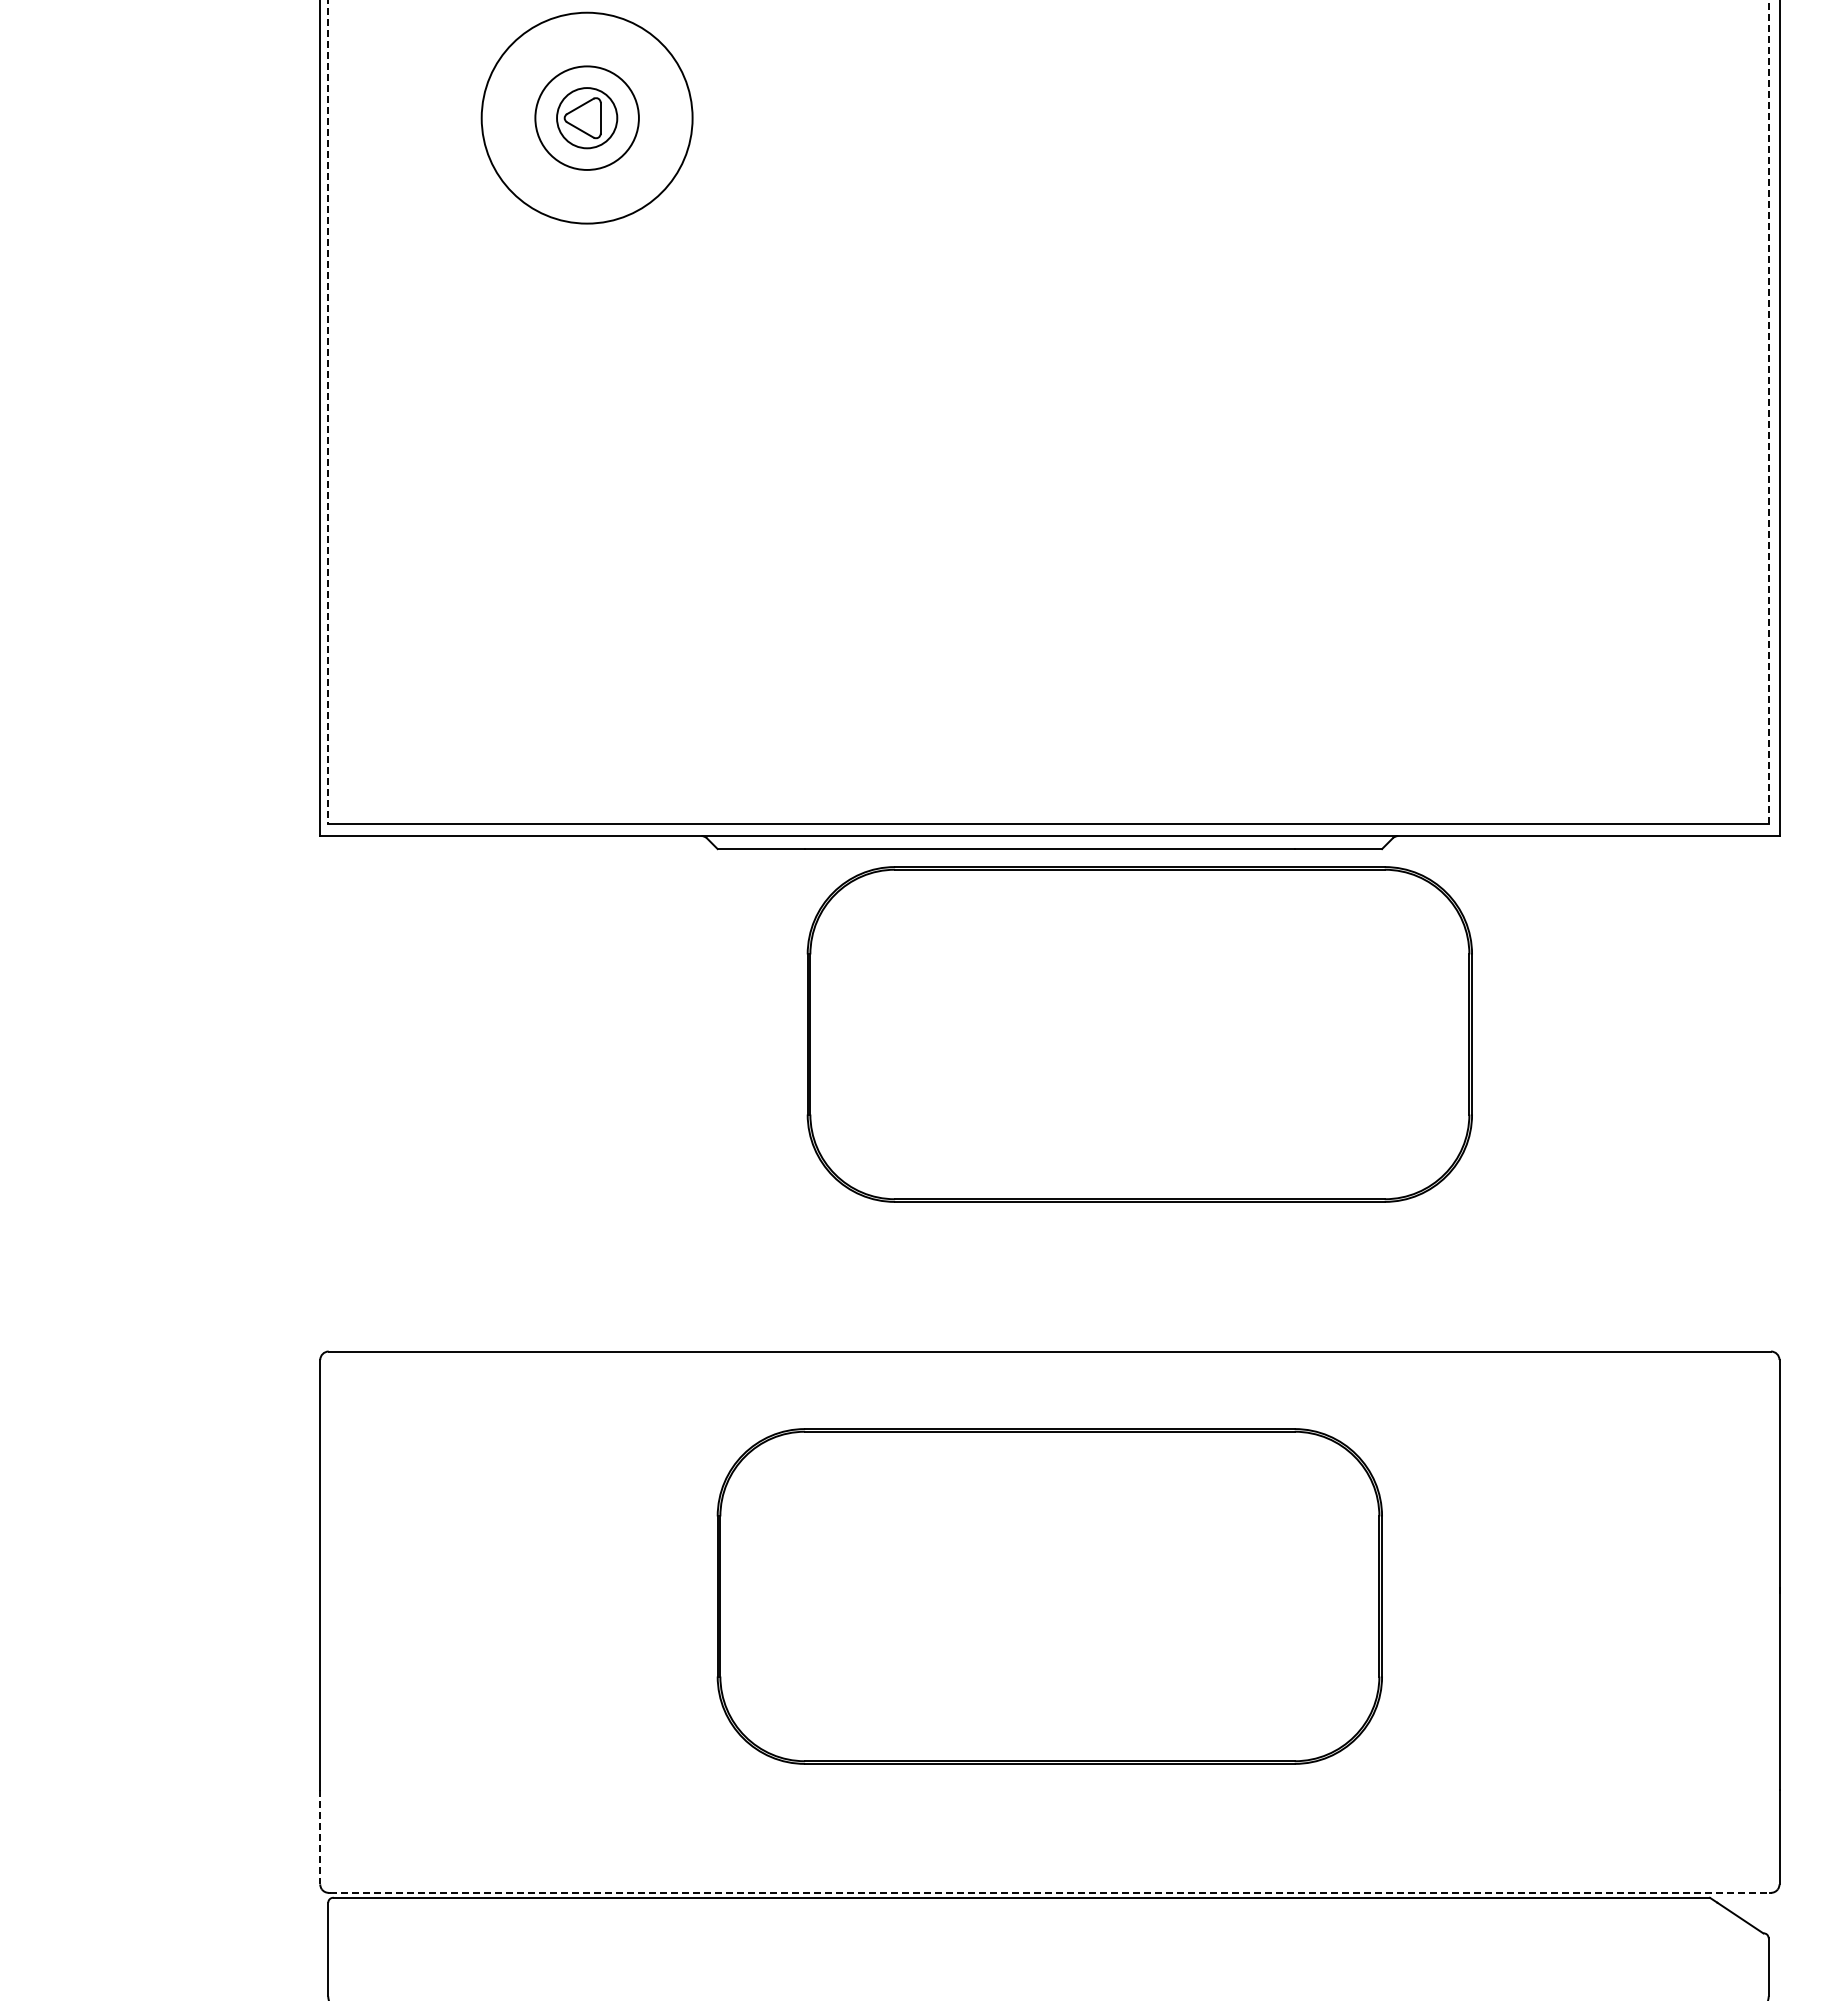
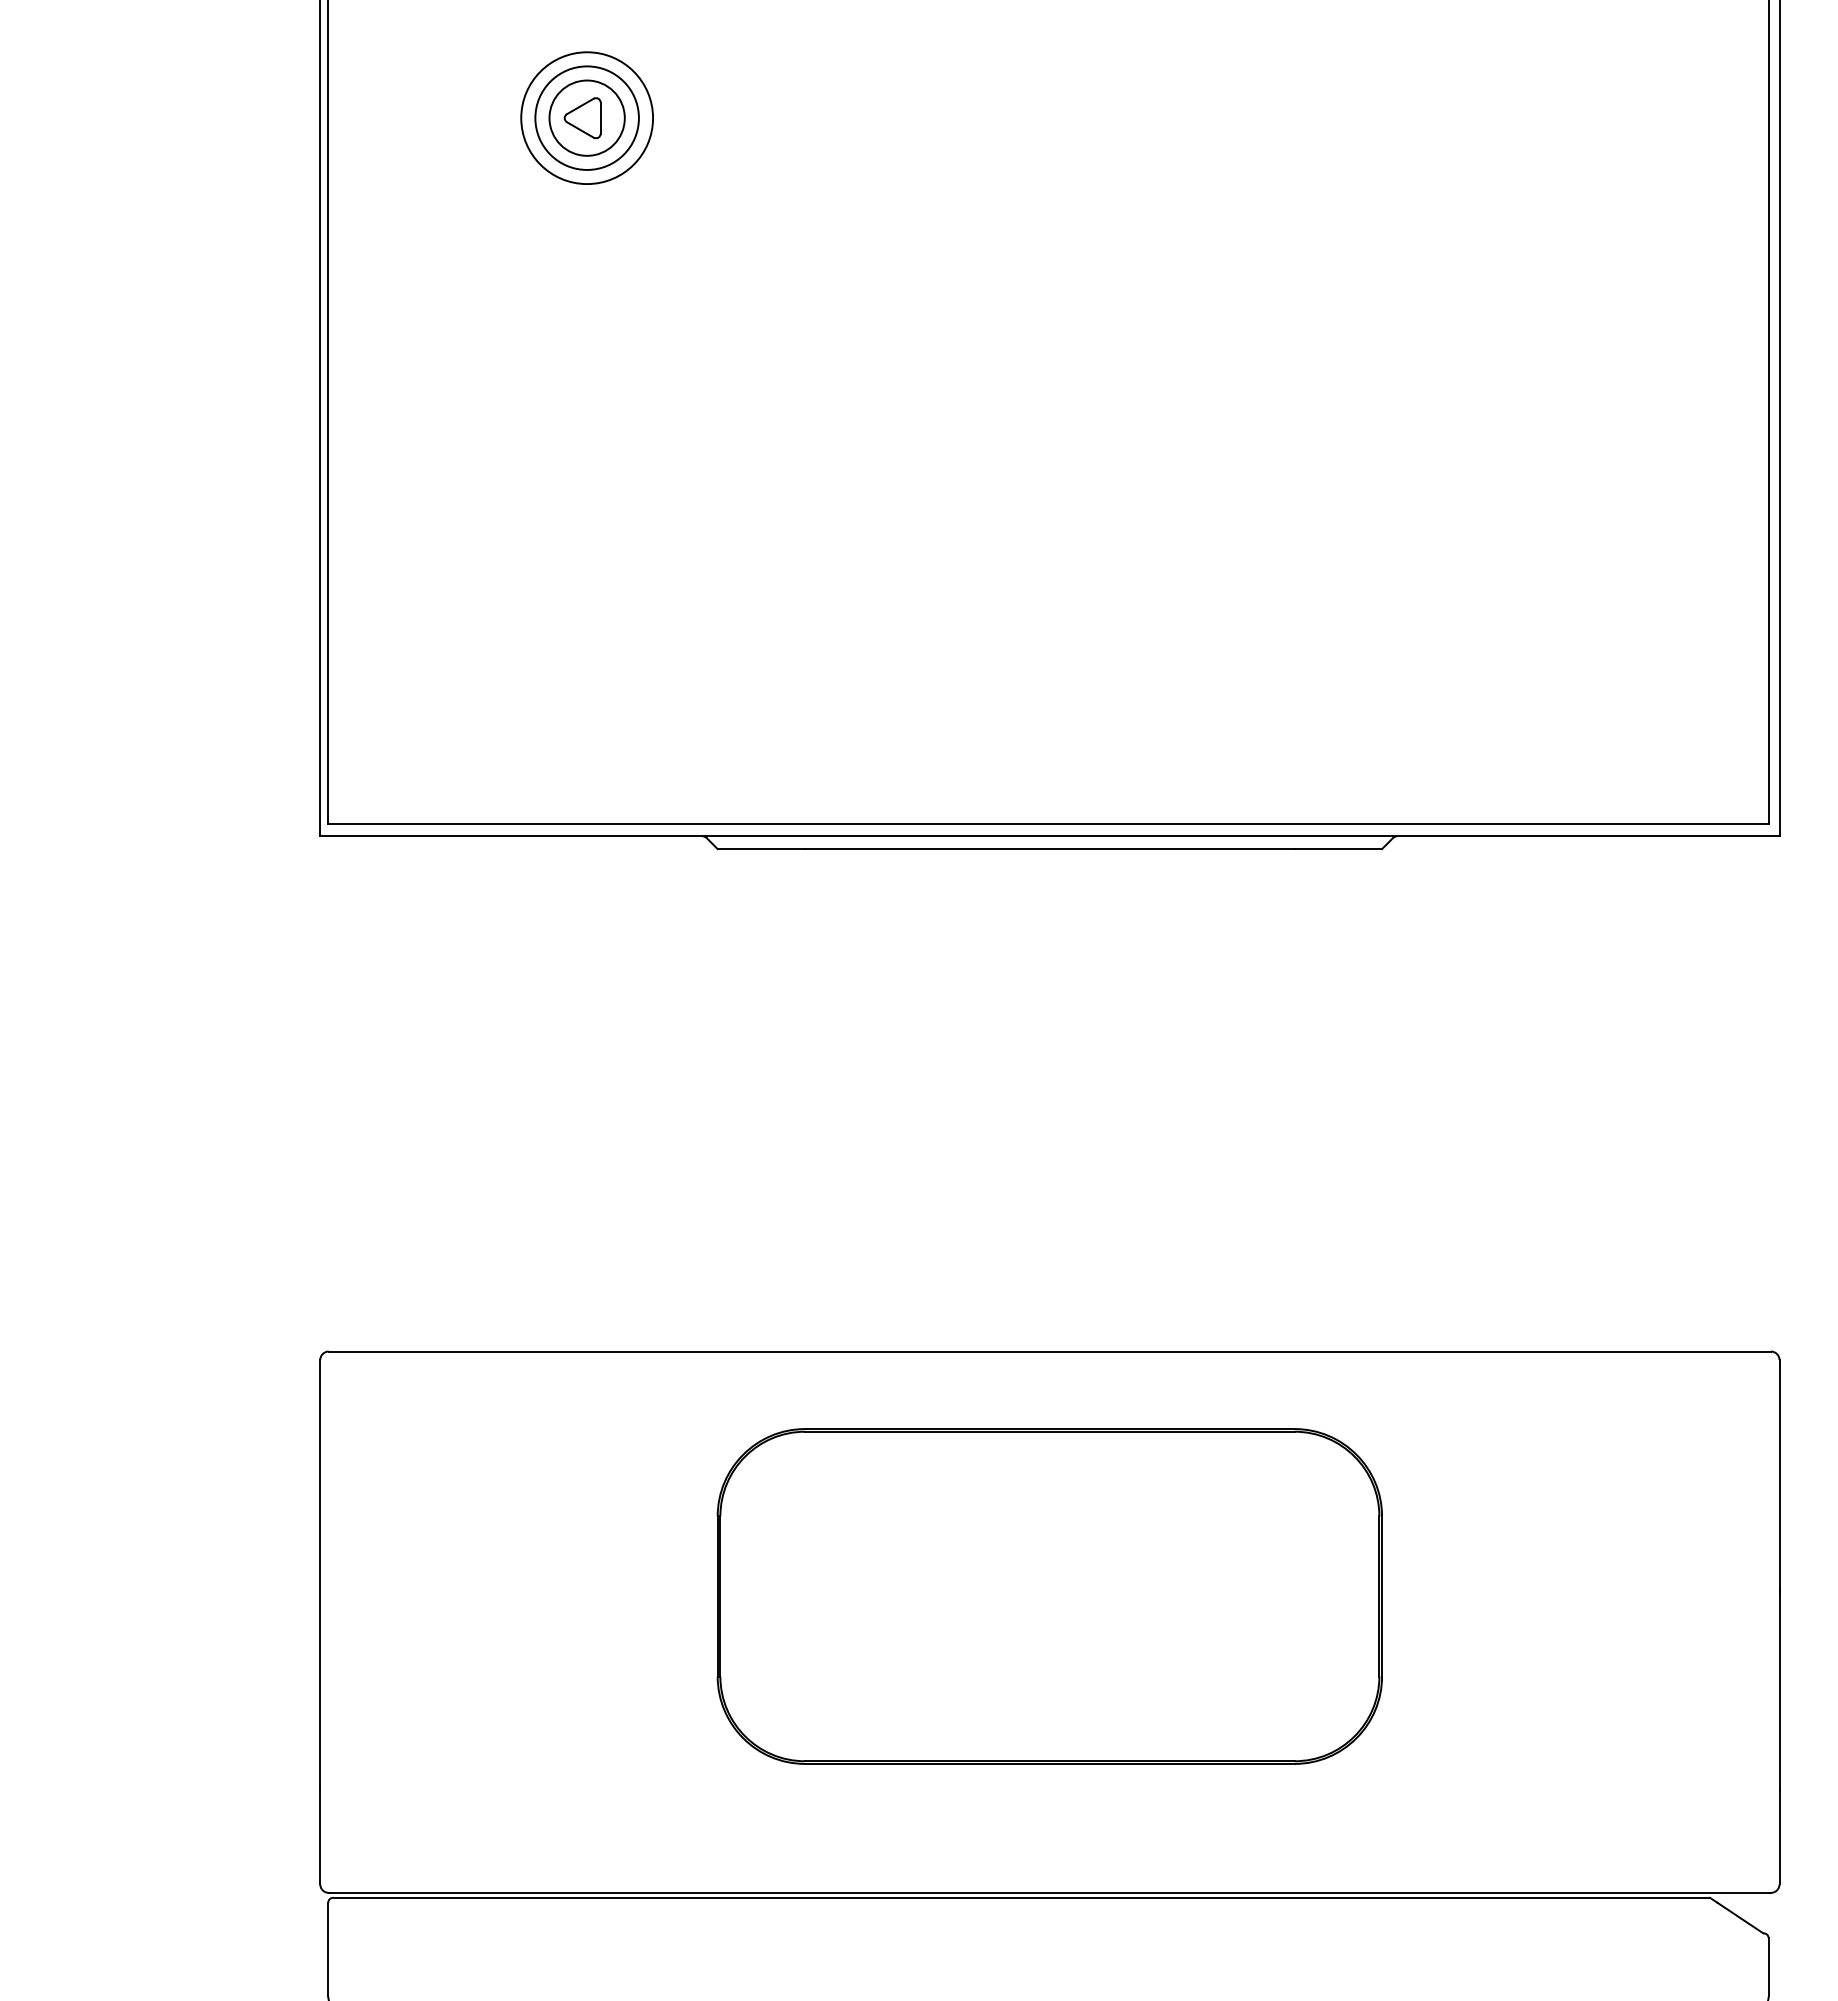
circle at (586, 117) diameter: 211 px -> 132 px
circle at (587, 118) diameter: 60 px -> 75 px
line at (328, 412): dashed -> solid
line at (1768, 412): dashed -> solid
part at (1139, 1034): present -> none
line at (320, 1837): dashed -> solid
line at (1050, 1892): dashed -> solid
